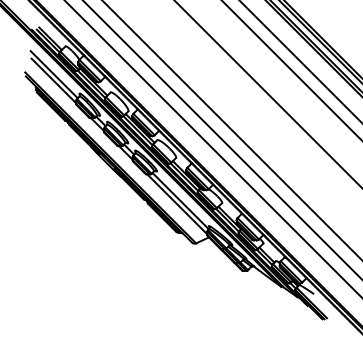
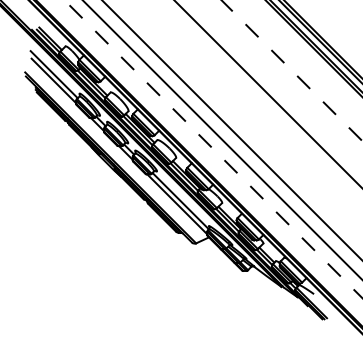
line at (300, 61): present -> none
line at (292, 71): solid -> dashed
line at (213, 149): solid -> dashed
